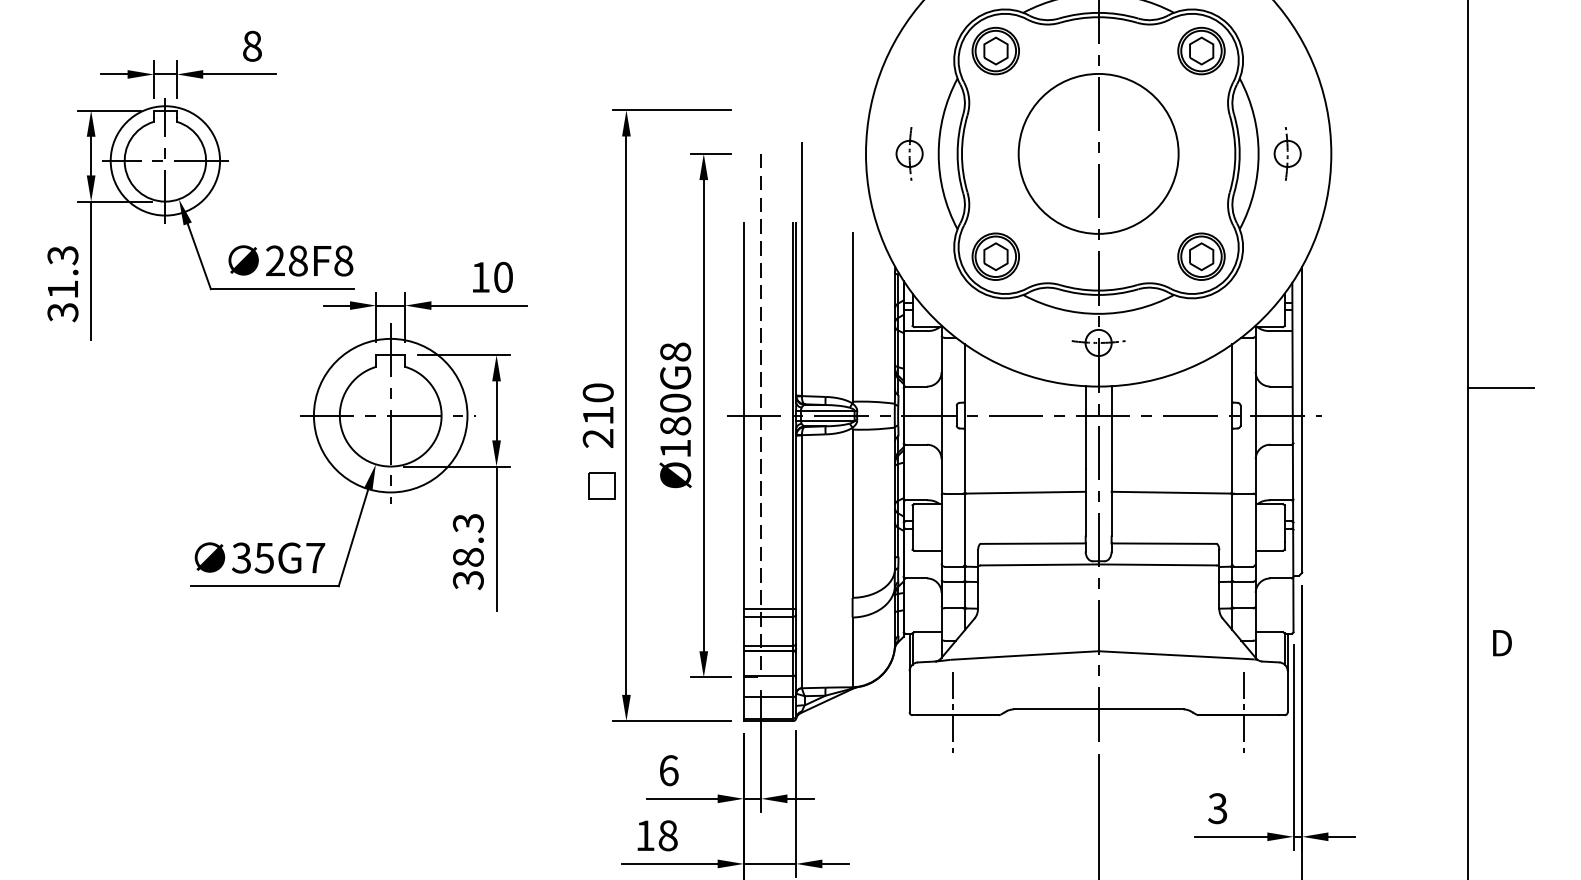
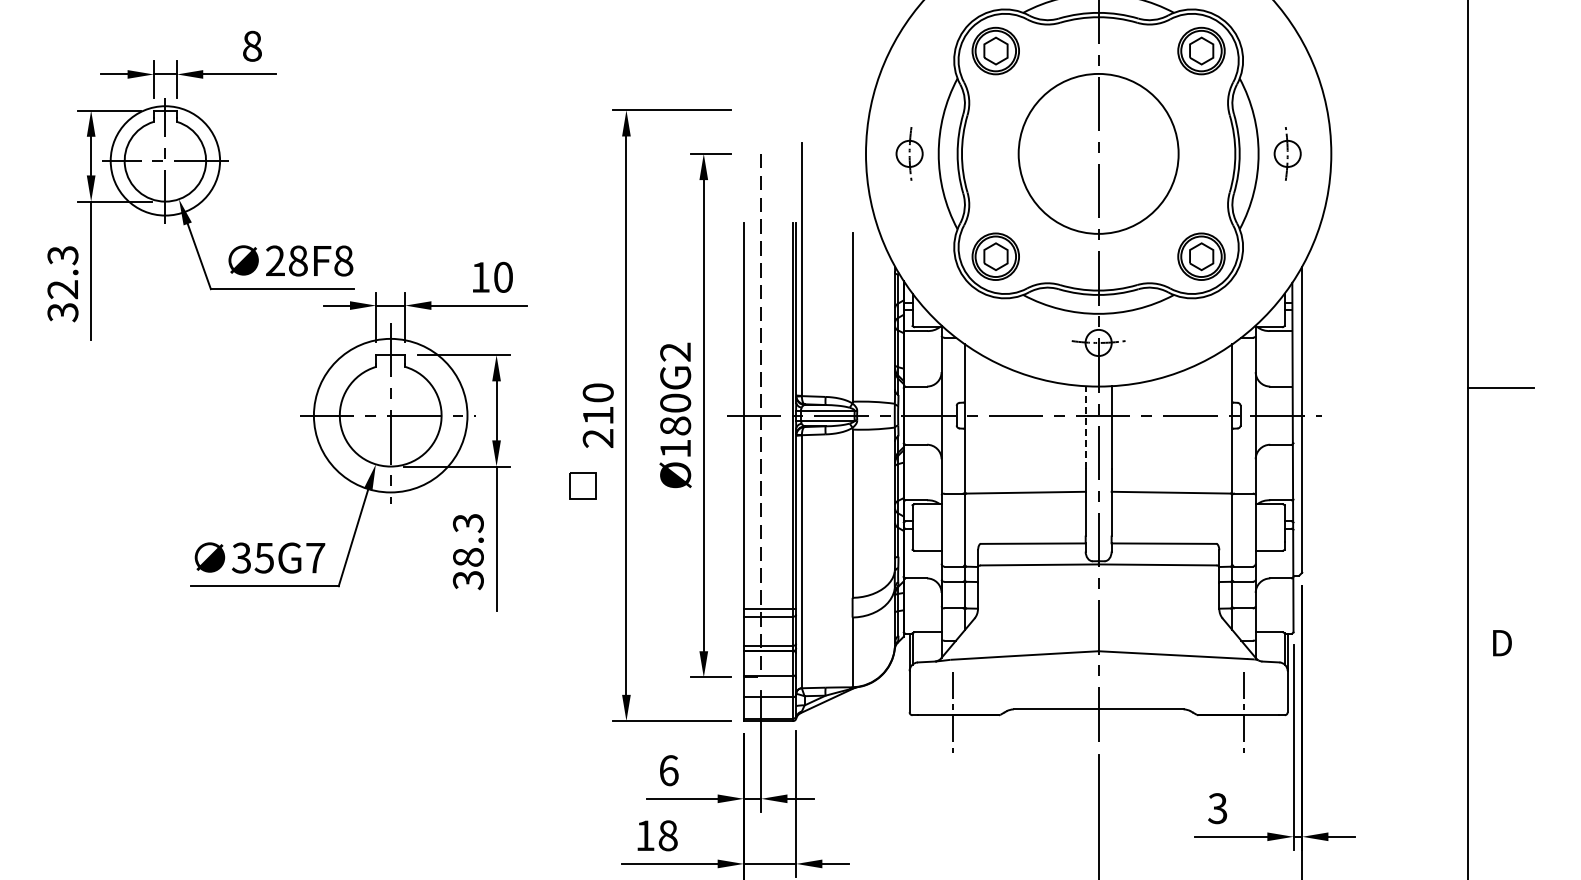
text at (62, 289): 31.3 -> 32.3
text at (675, 351): Ø180G8 -> Ø180G2
line at (1085, 426): solid -> dashed
part at (601, 485) position: (601, 485) -> (582, 485)
